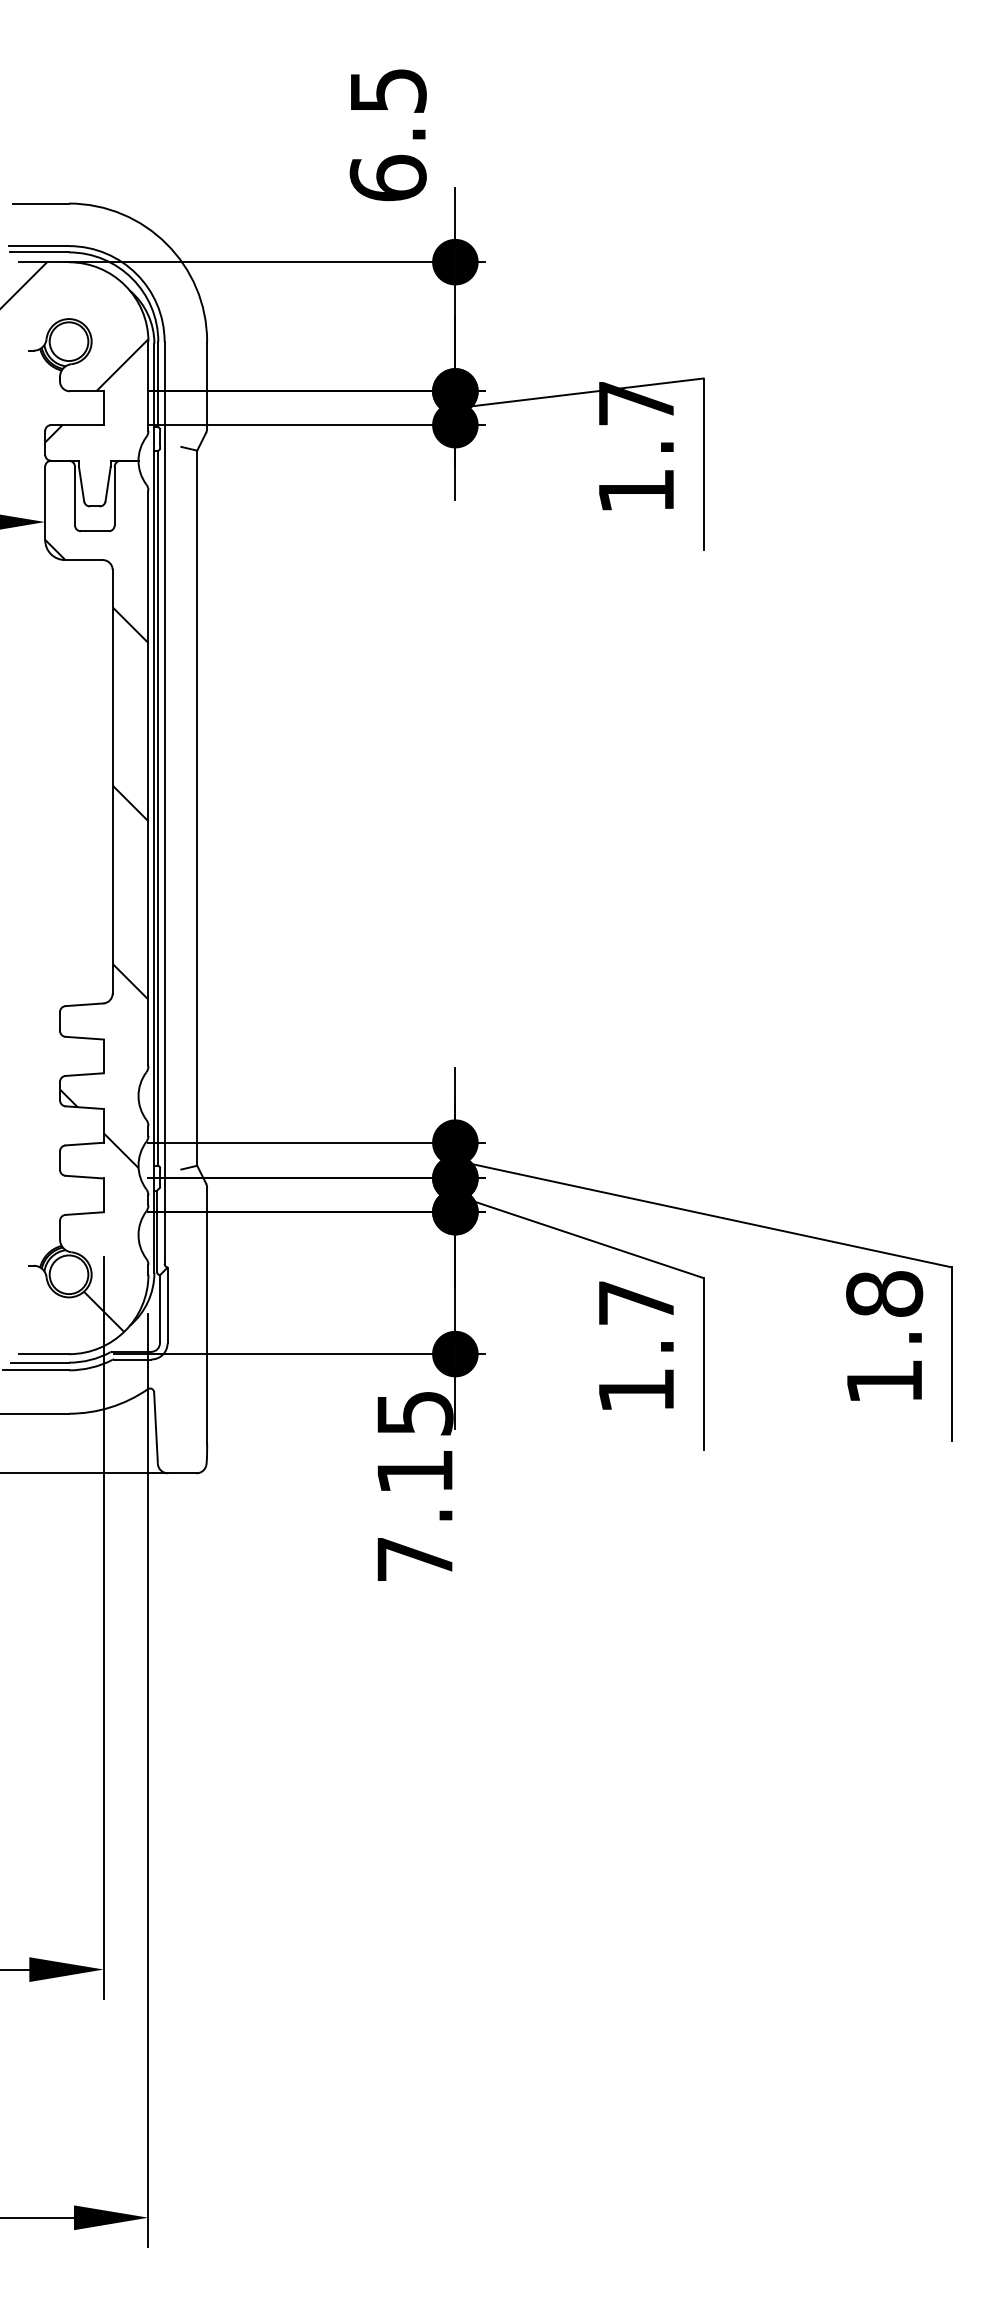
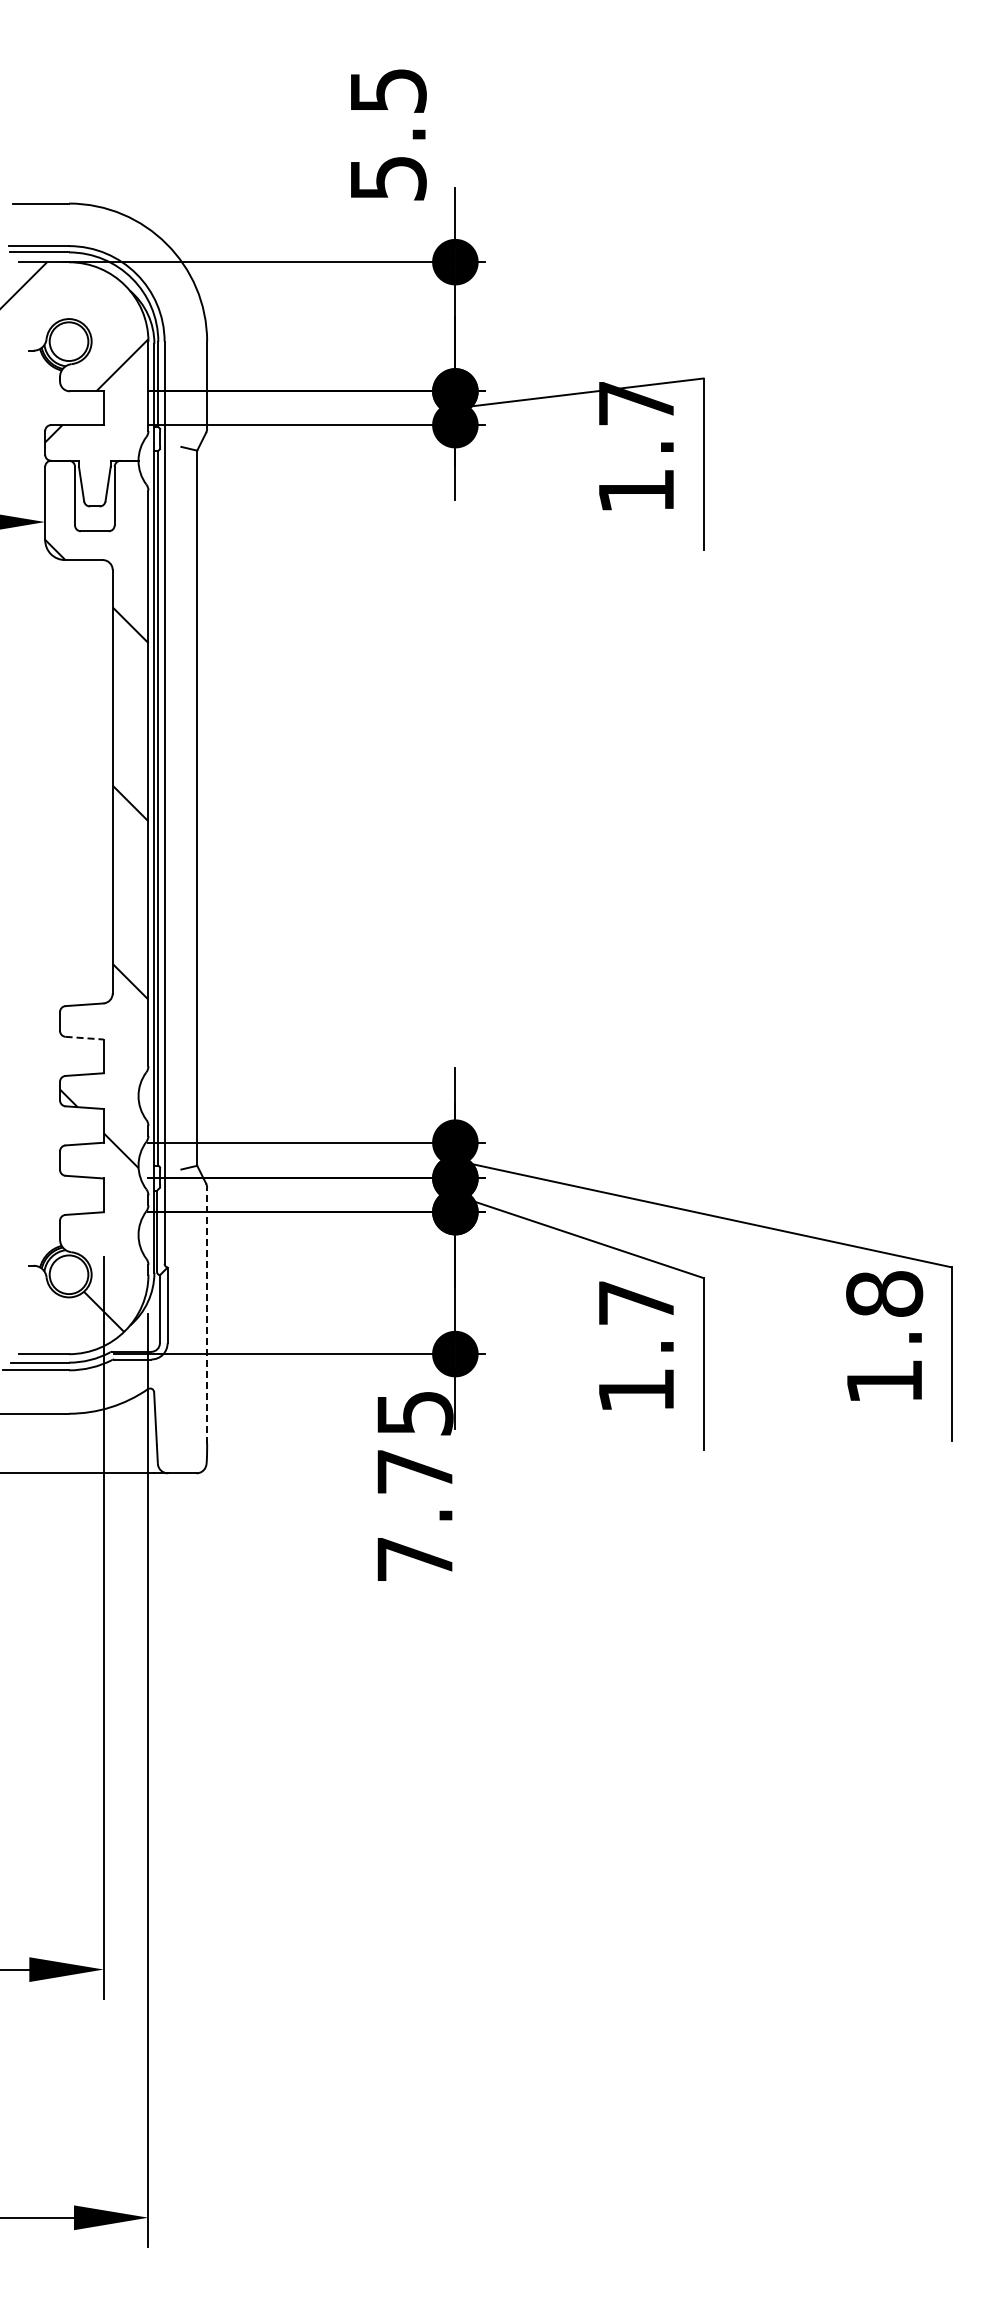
text at (387, 177): 6.5 -> 5.5
line at (85, 1038): solid -> dashed
line at (207, 1315): solid -> dashed
text at (414, 1471): 7.15 -> 7.75
